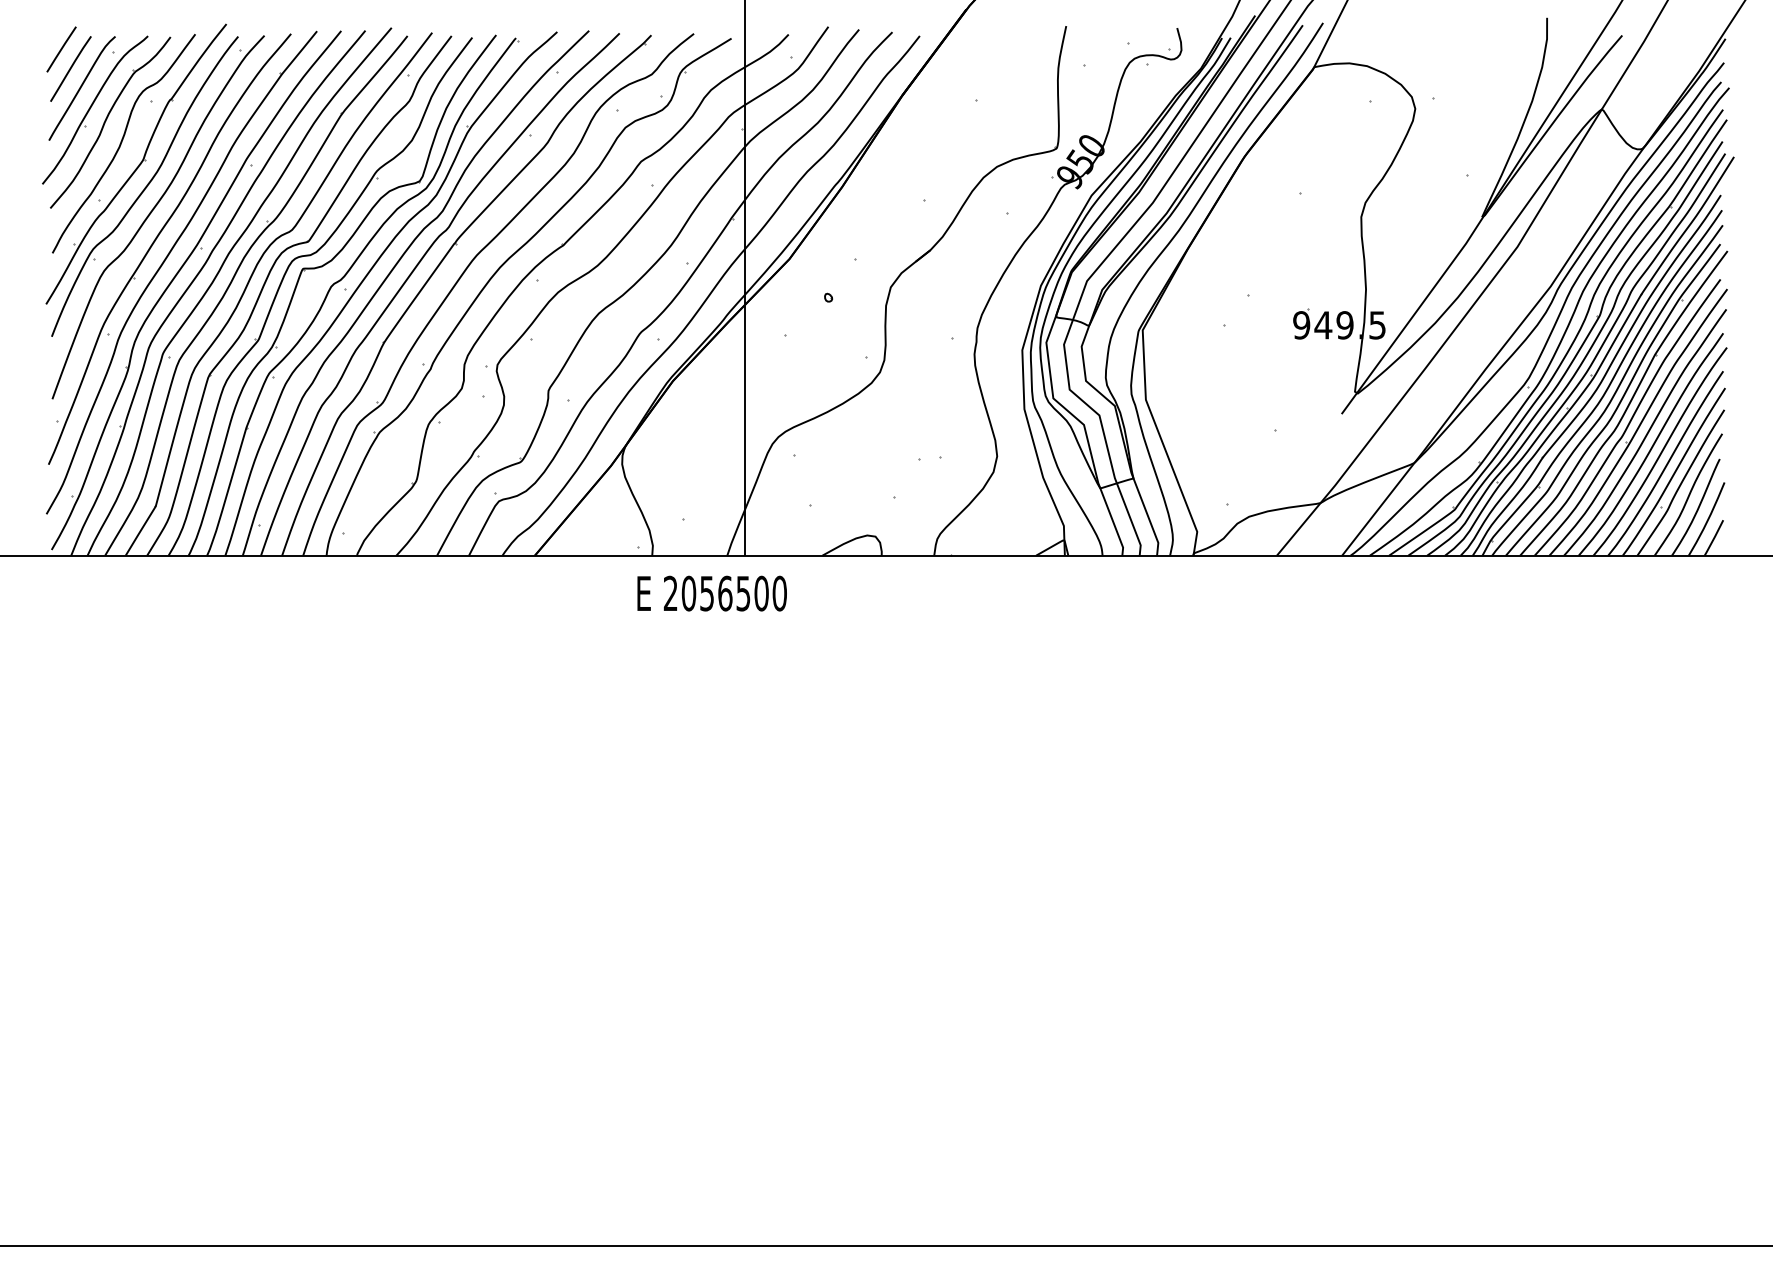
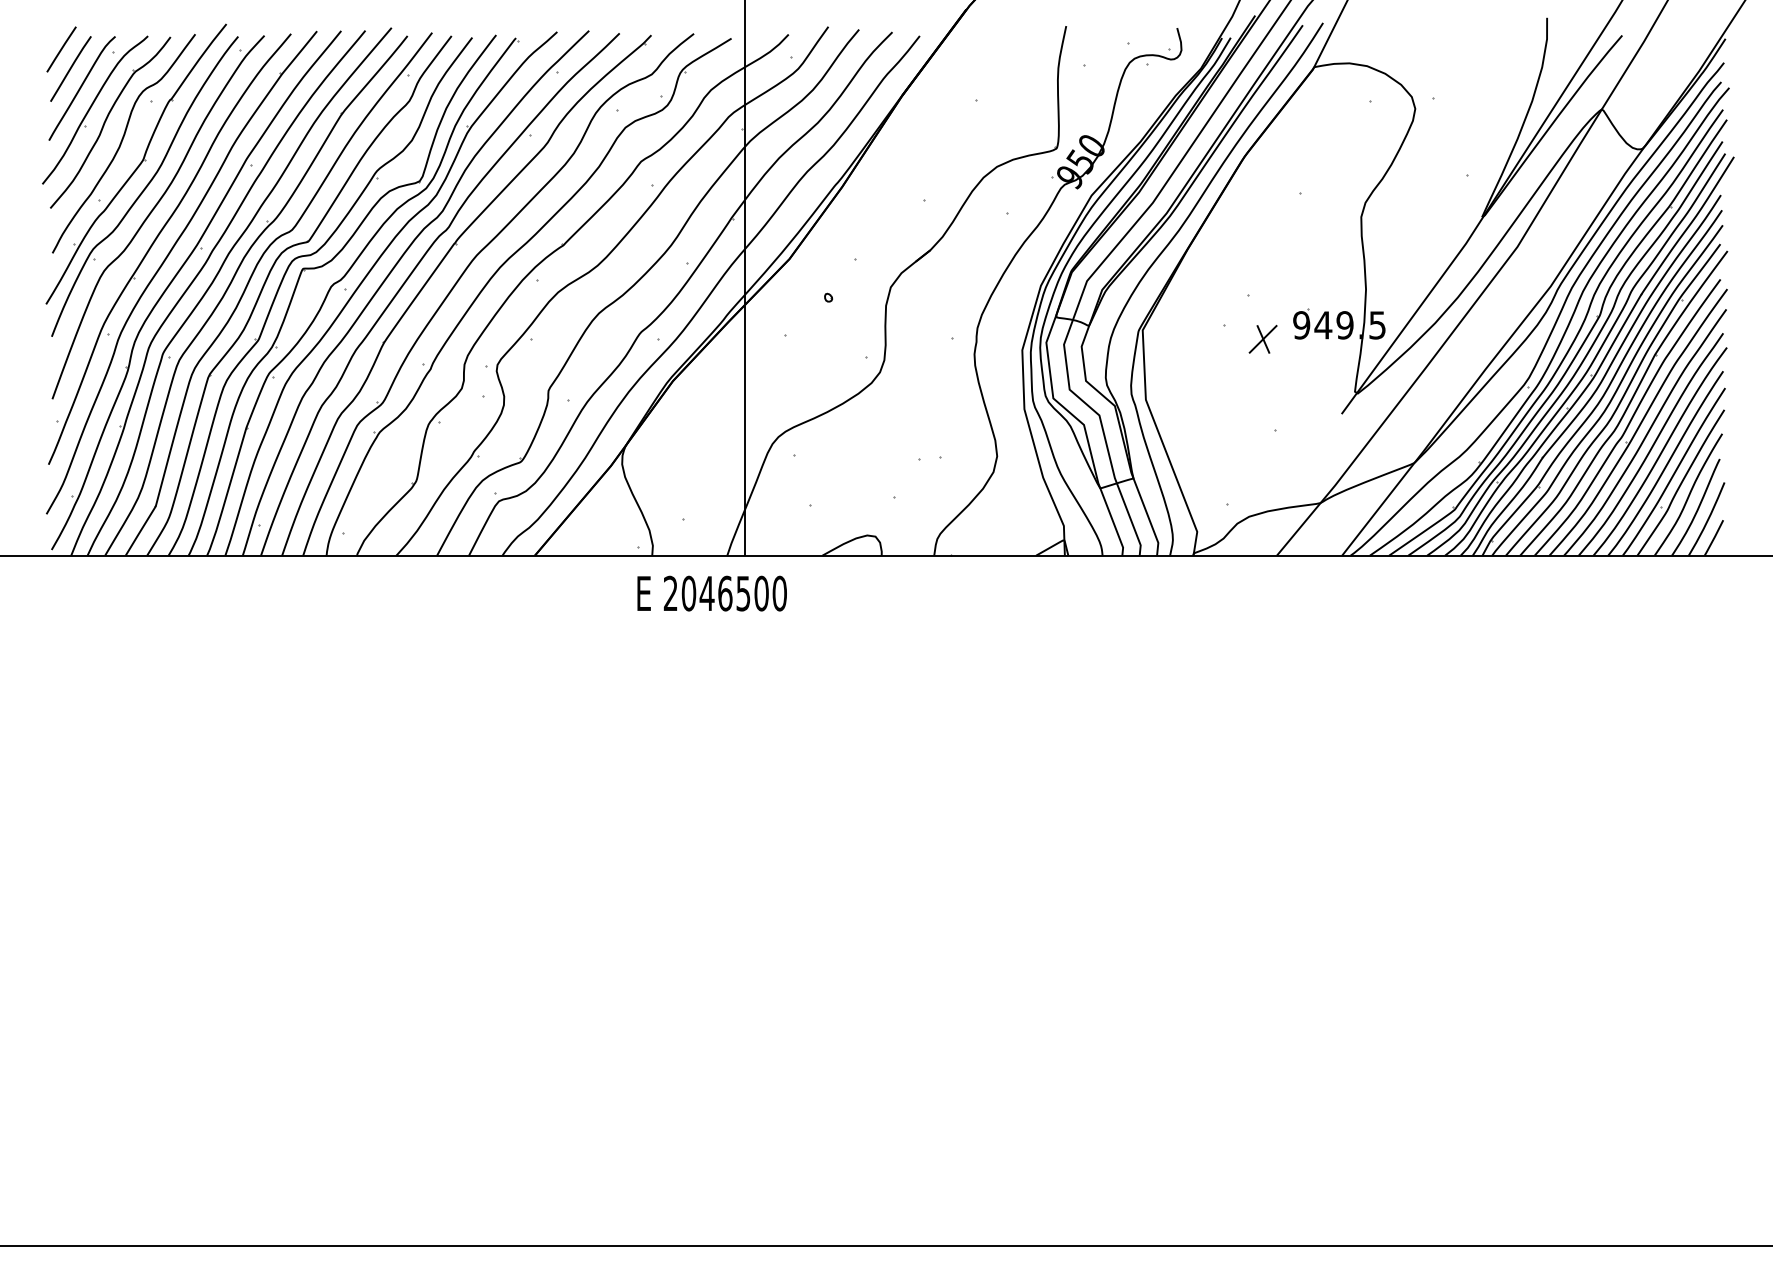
part at (1262, 338): none -> present
text at (706, 593): 2056500 -> 2046500
